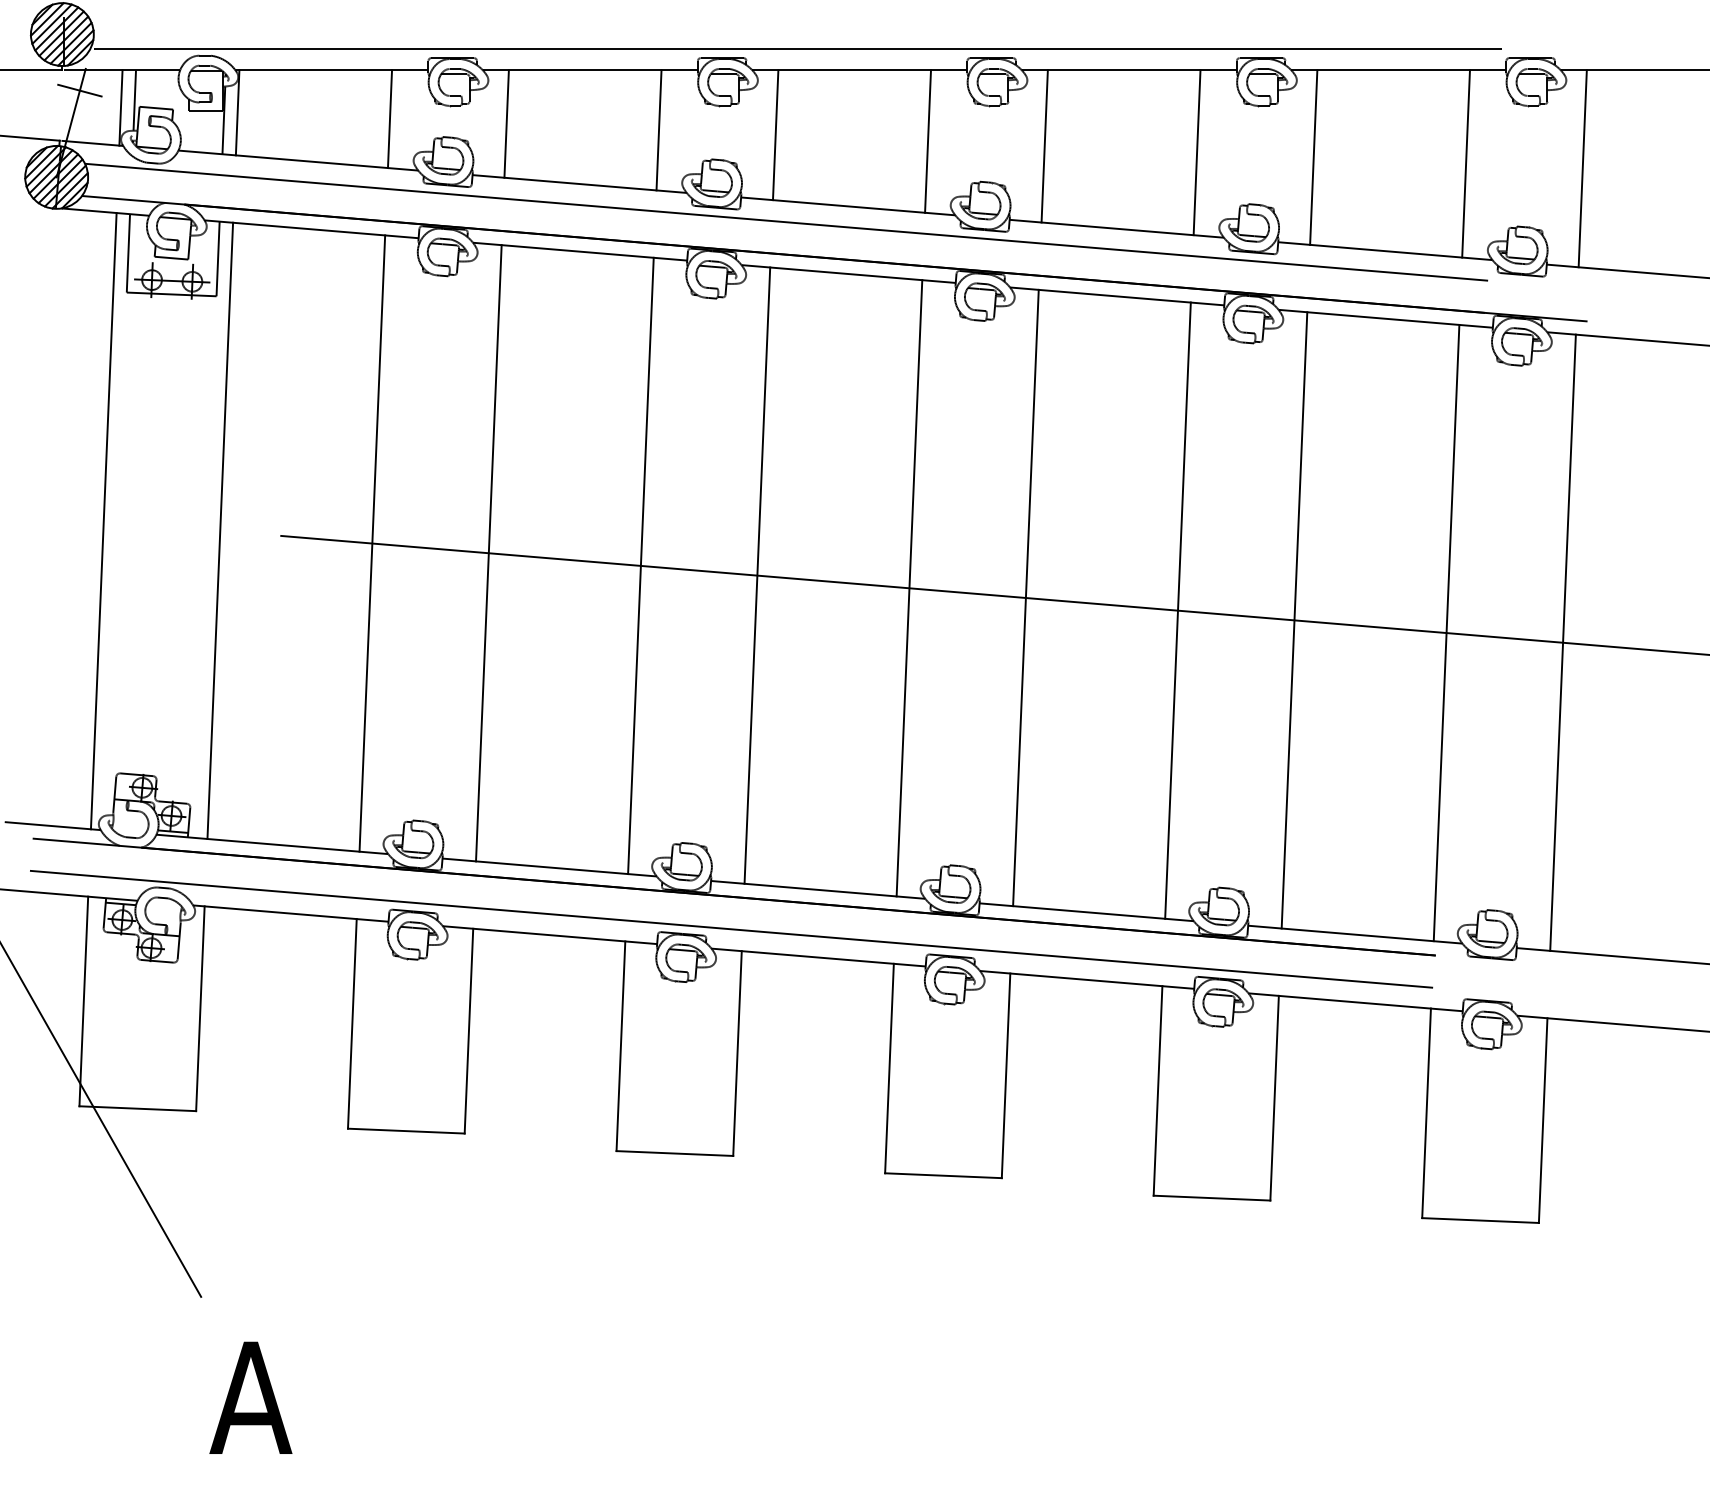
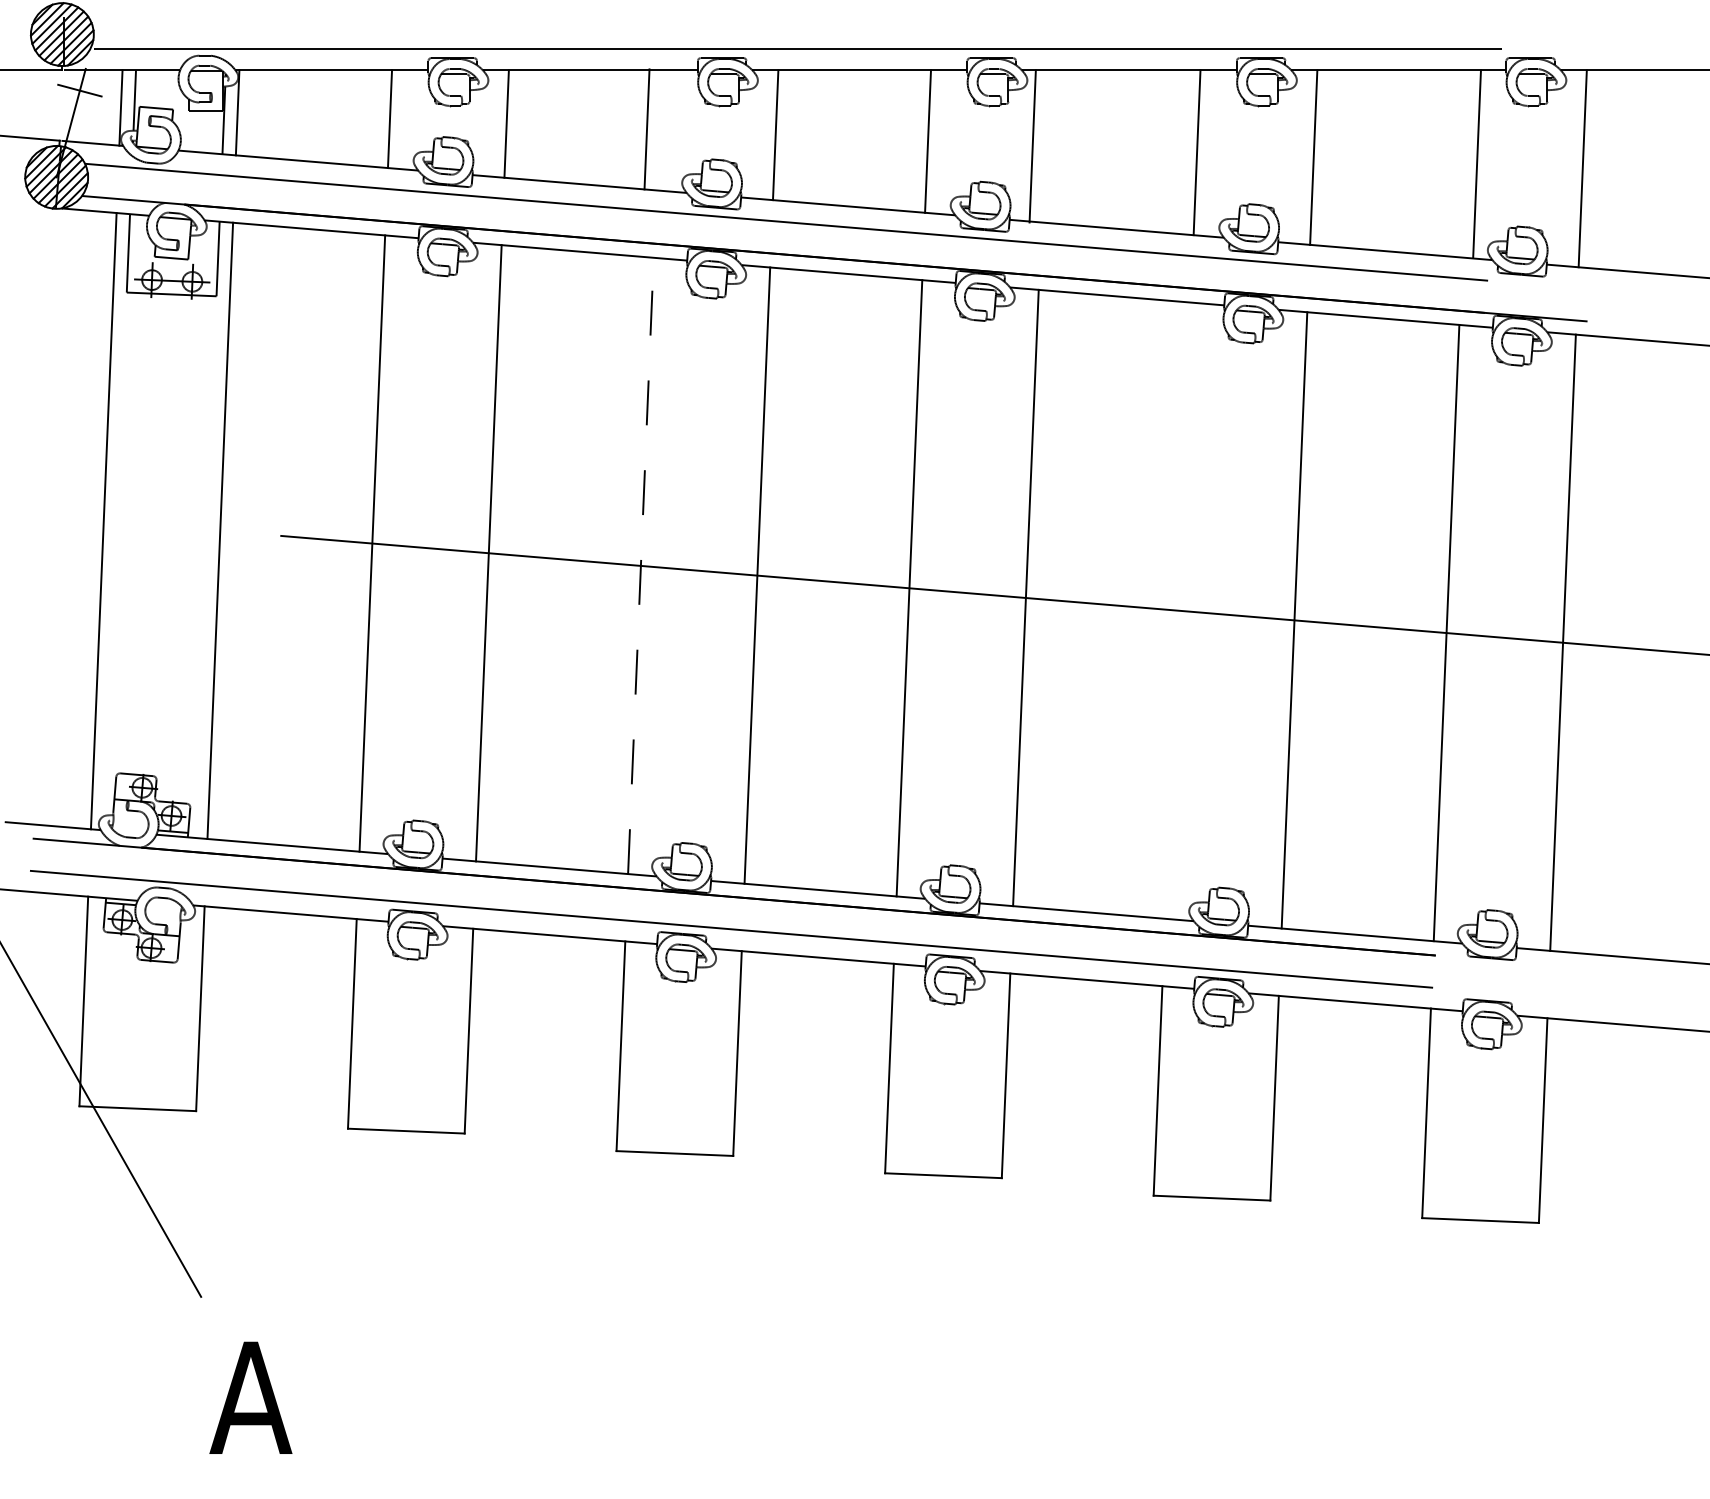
line at (658, 130) position: (658, 130) -> (646, 129)
line at (1044, 146) position: (1044, 146) -> (1032, 146)
line at (1465, 163) position: (1465, 163) -> (1476, 163)
line at (640, 565): solid -> dashed
line at (1177, 610): present -> none
